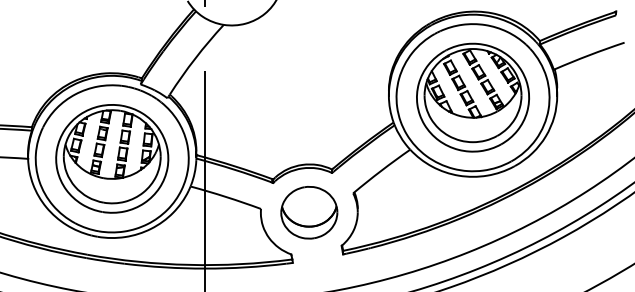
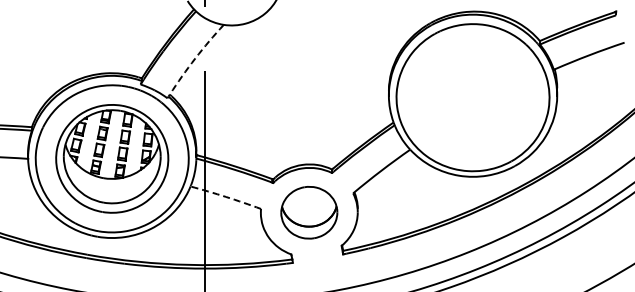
arc at (195, 58): solid -> dashed
part at (472, 97): present -> none
arc at (226, 196): solid -> dashed
